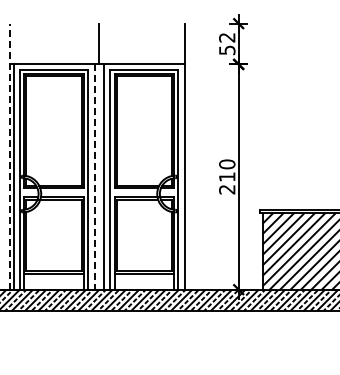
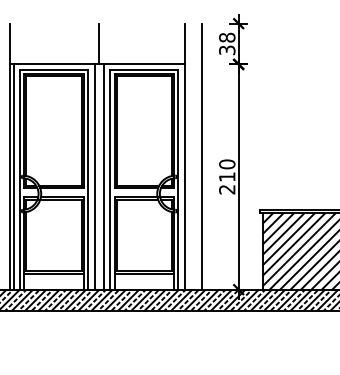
text at (227, 43): 52 -> 38
line at (9, 156): dashed -> solid
line at (201, 156): none -> present
line at (94, 177): dashed -> solid
